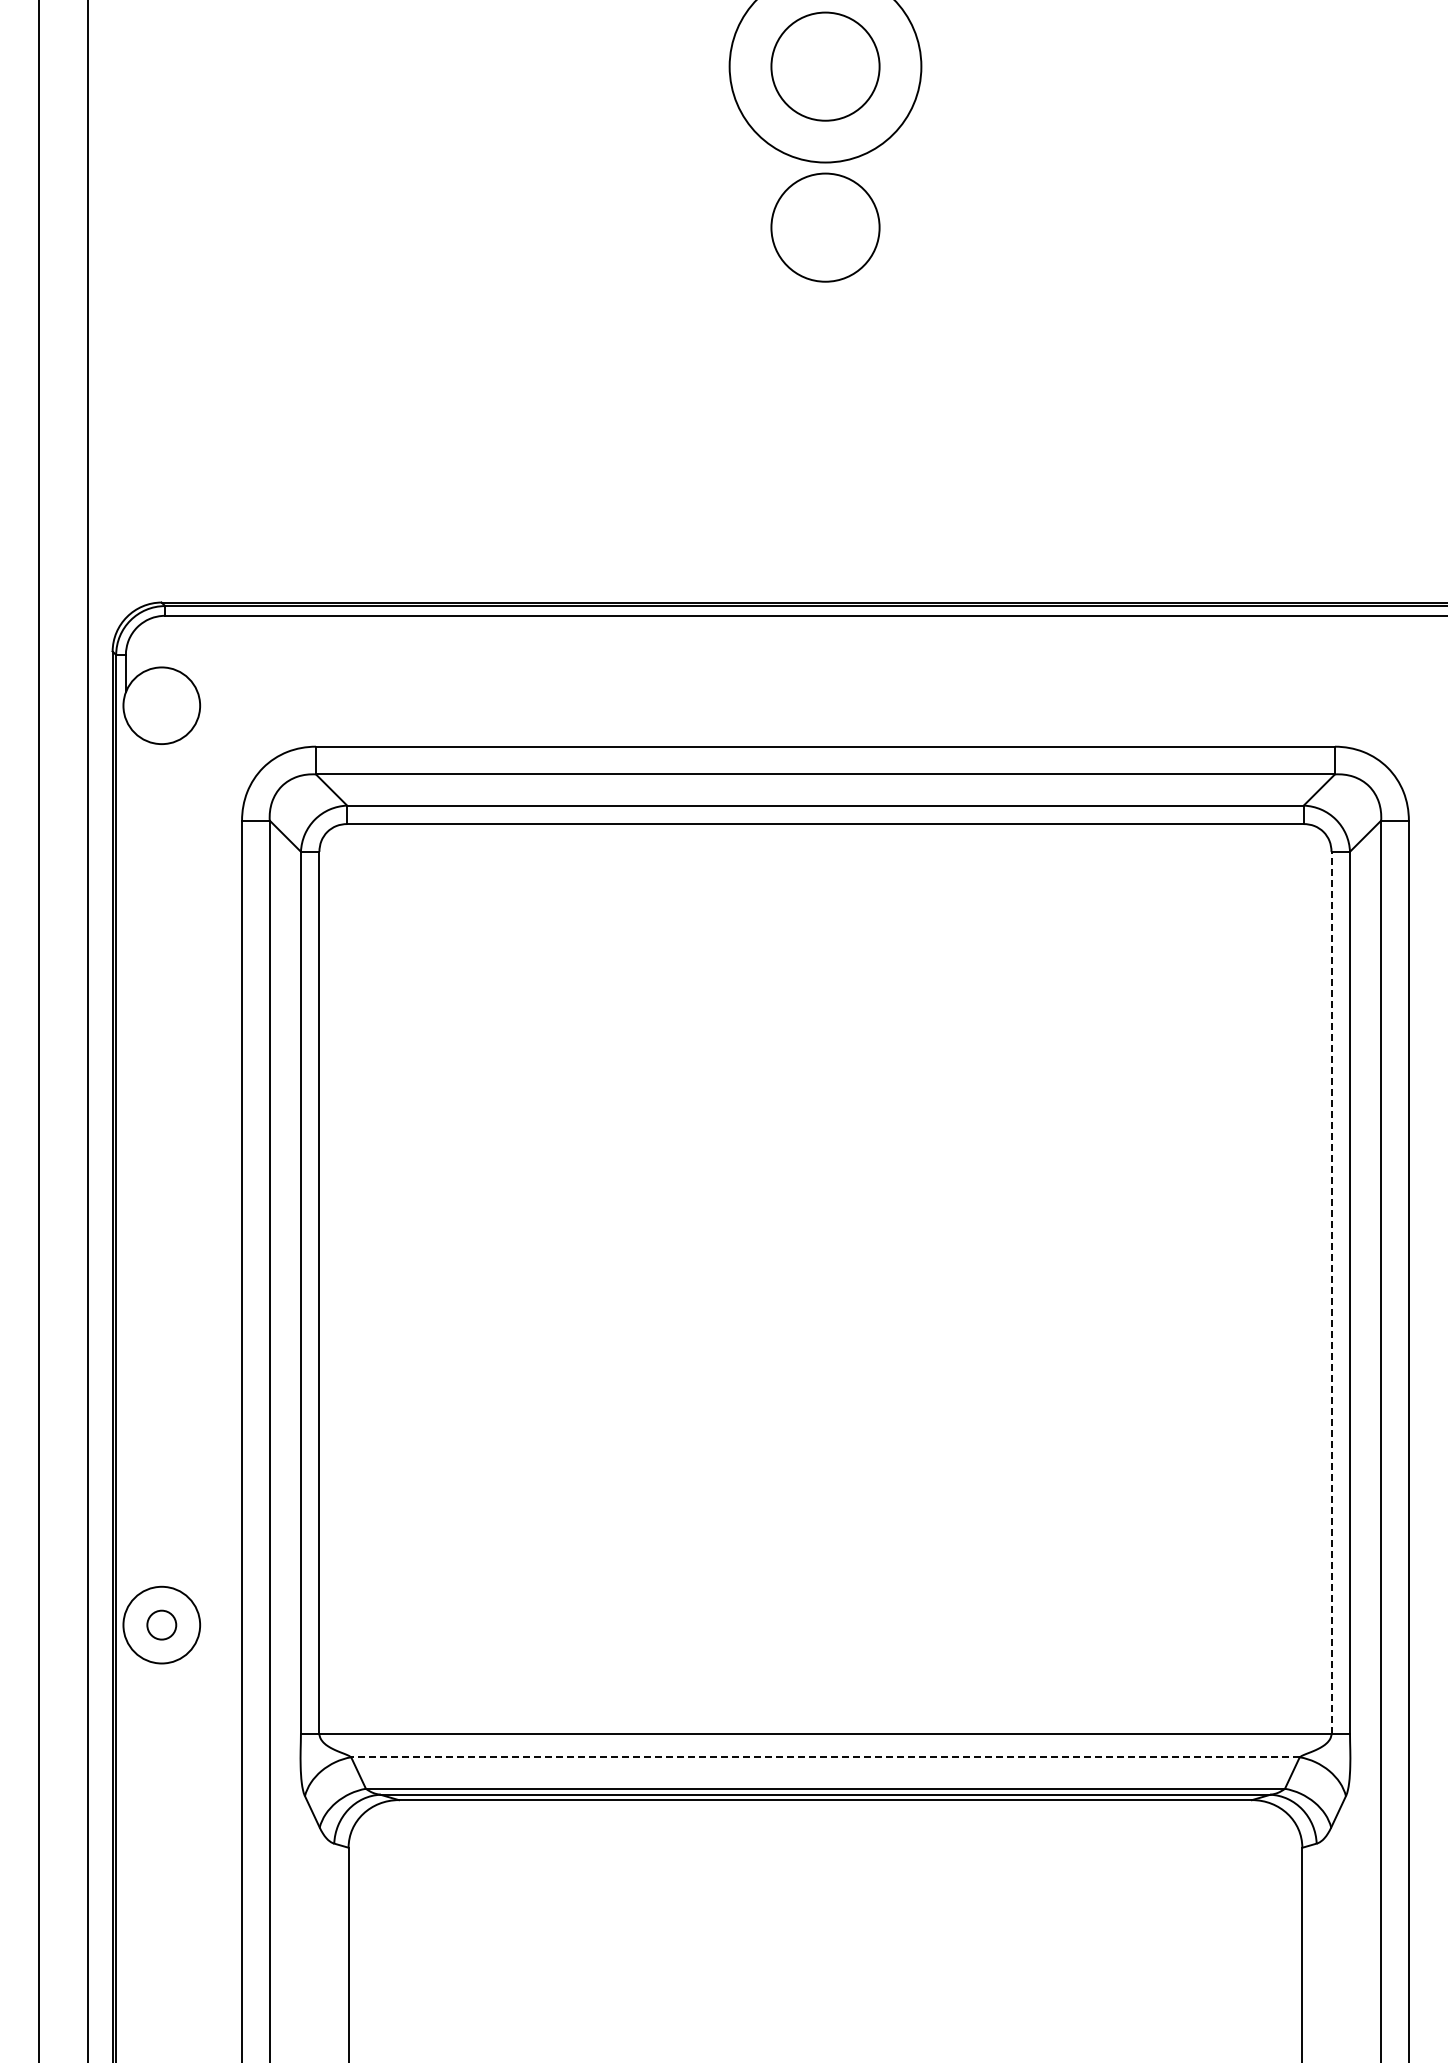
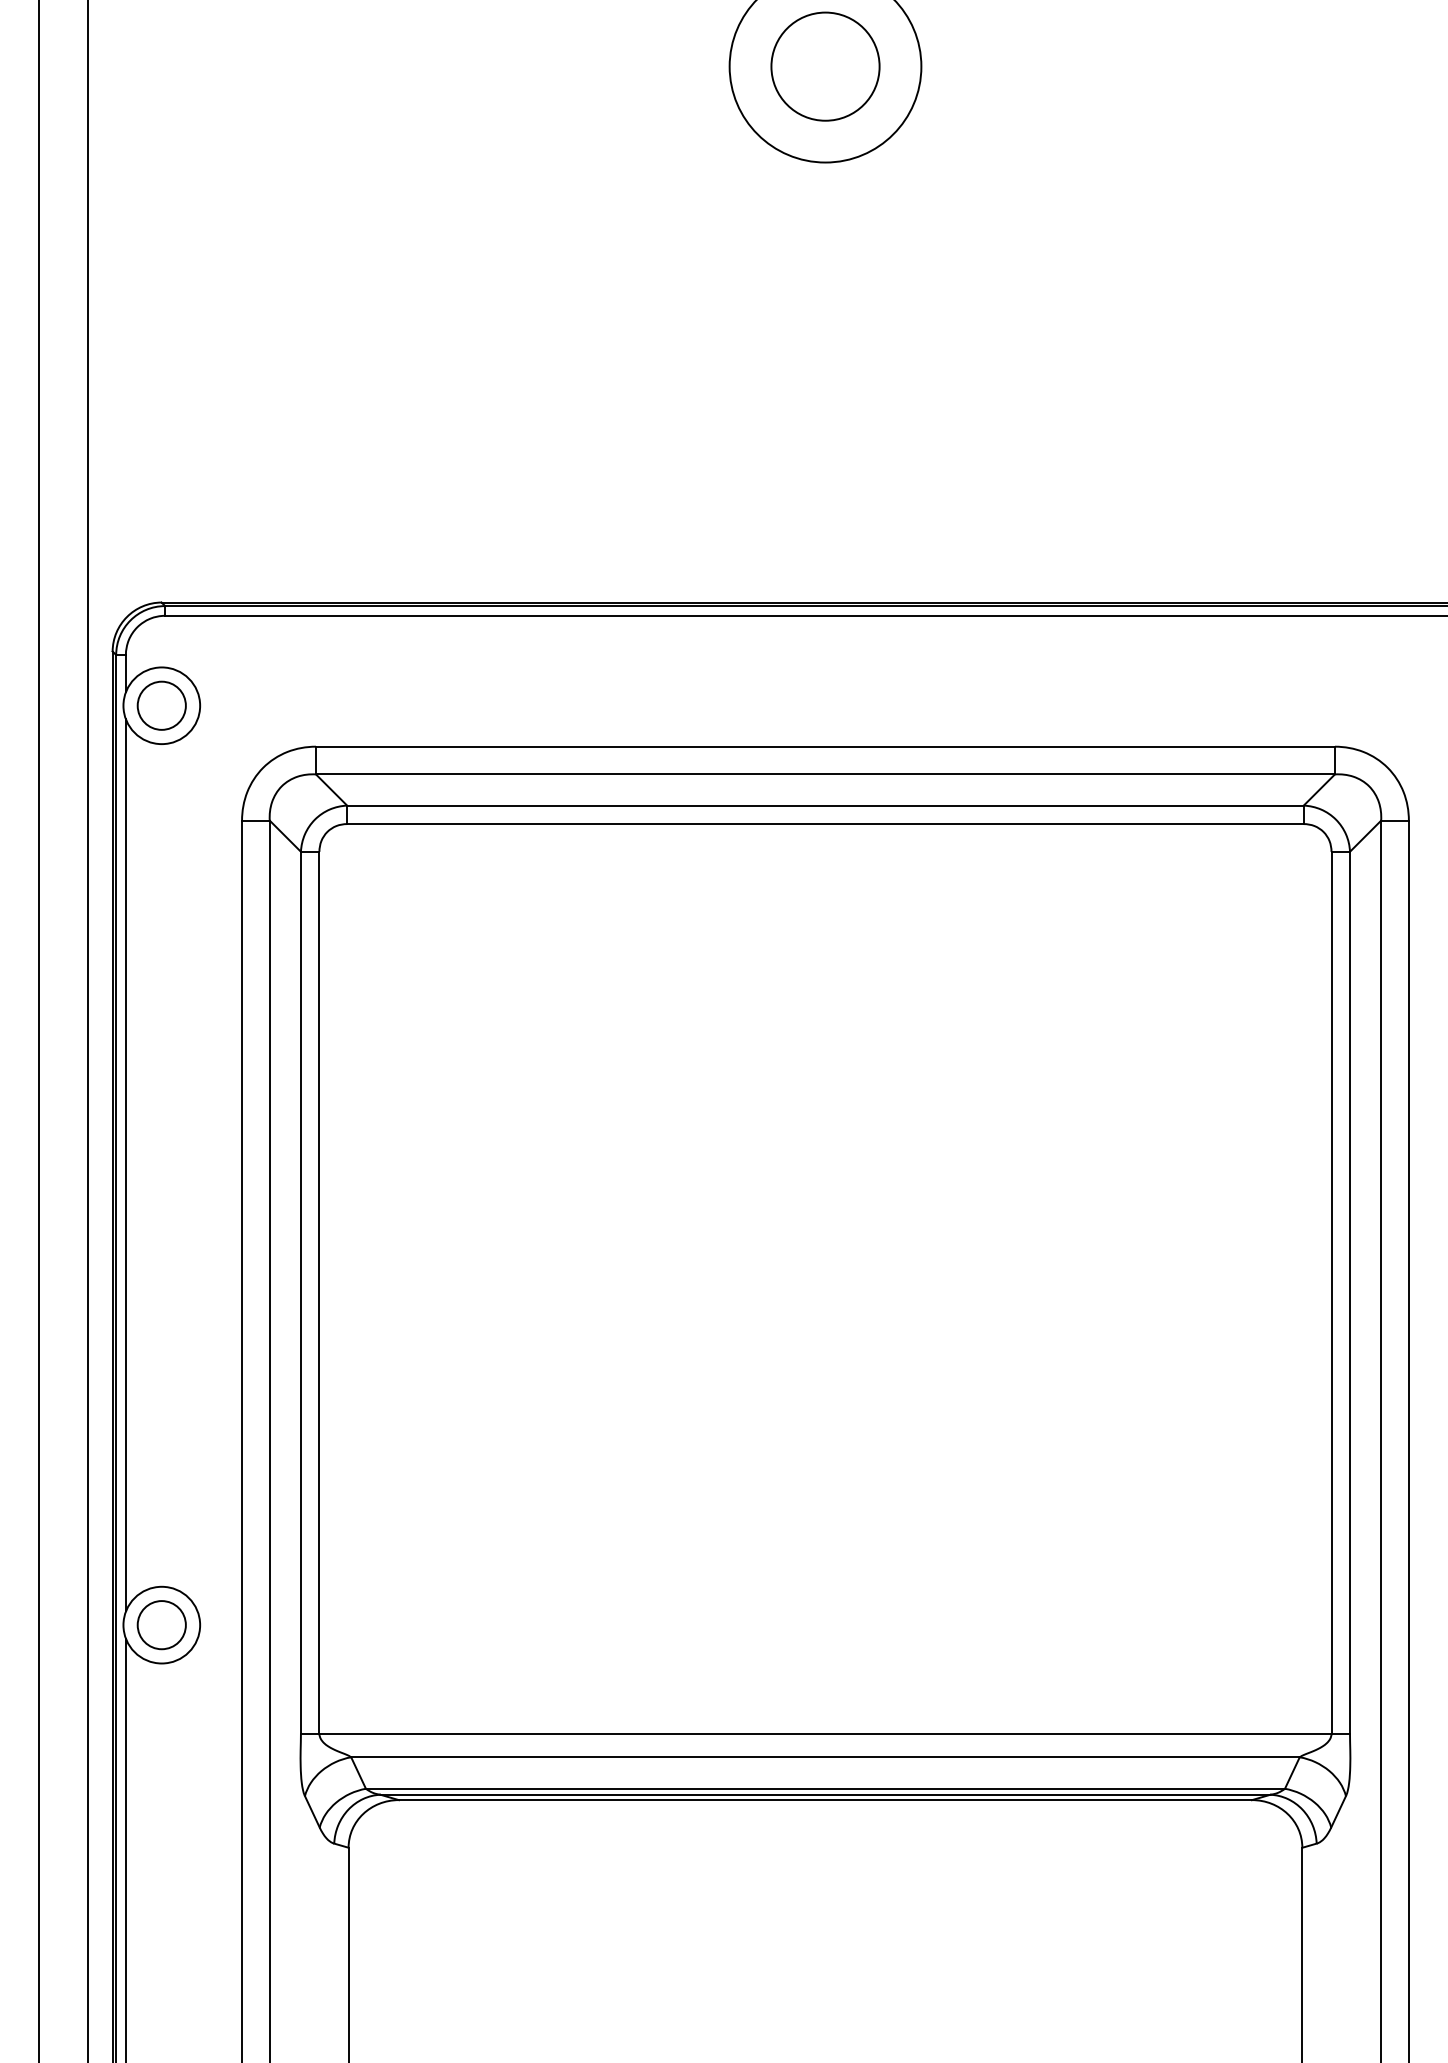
circle at (825, 227): present -> none
circle at (161, 705): none -> present
line at (125, 1165): none -> present
line at (1331, 1292): dashed -> solid
circle at (161, 1624) diameter: 29 px -> 48 px
line at (824, 1757): dashed -> solid
line at (125, 1848): none -> present
